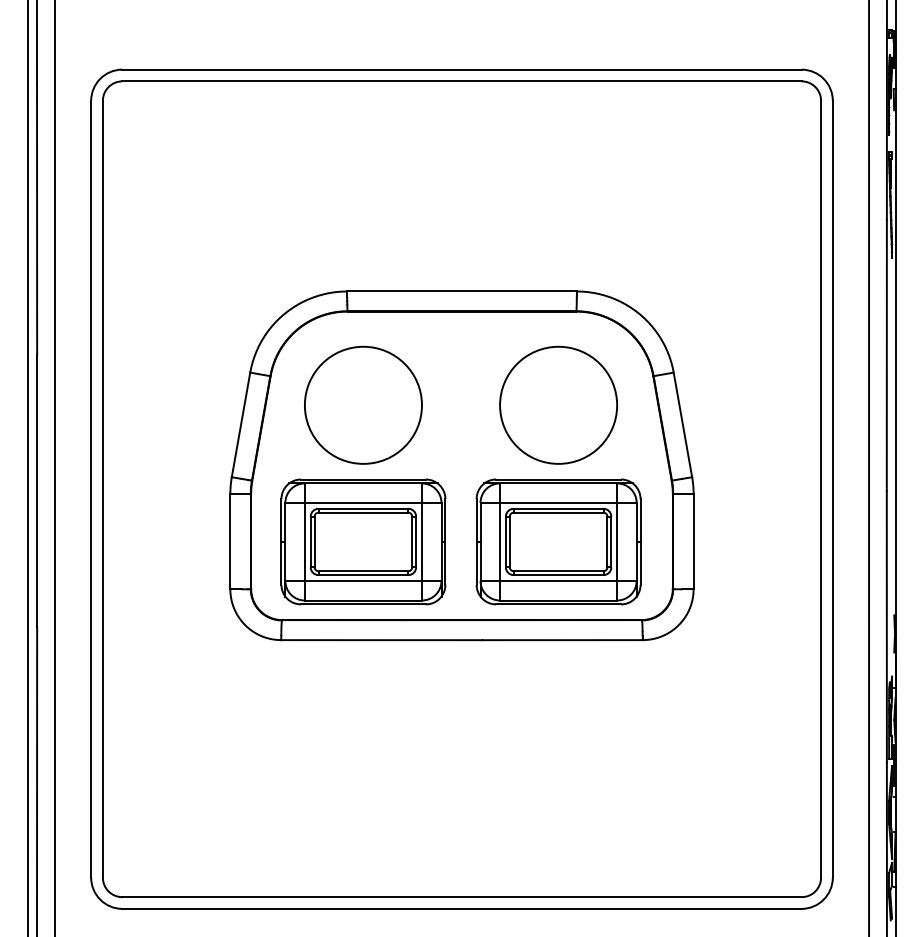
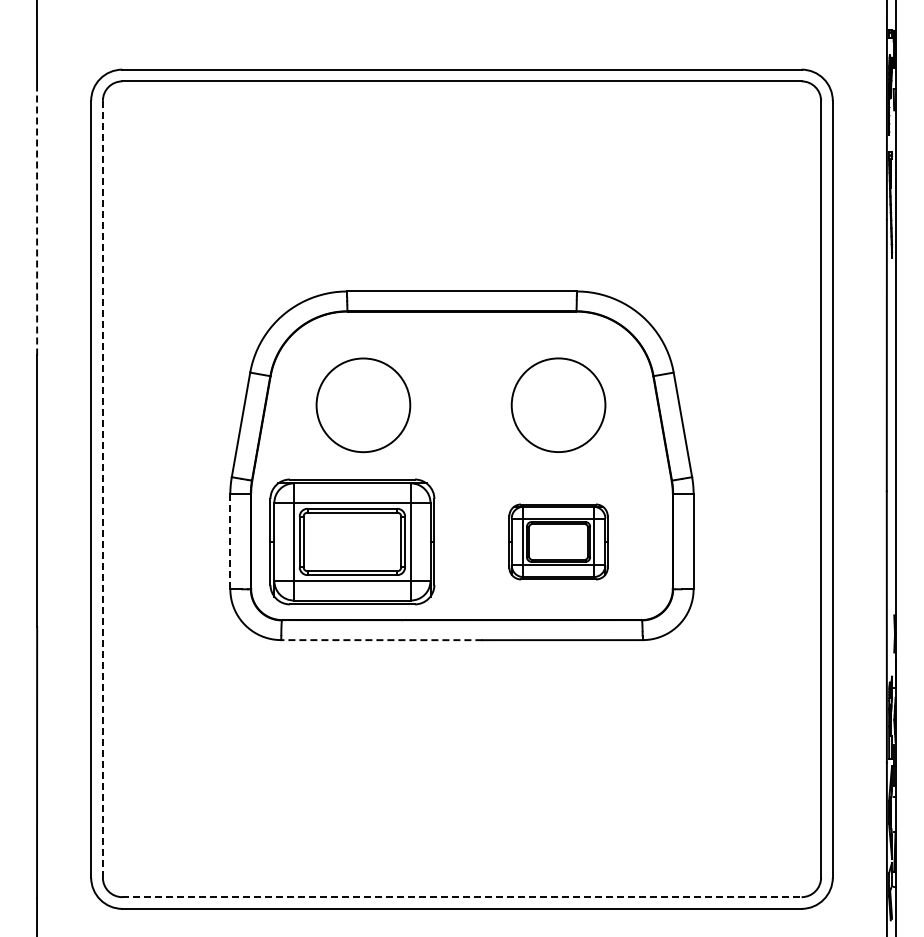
line at (37, 219): solid -> dashed
circle at (362, 404) diameter: 117 px -> 94 px
circle at (558, 404) size: 119x120 px -> 97x96 px
line at (27, 467): present -> none
line at (54, 467): present -> none
line at (869, 467): present -> none
line at (102, 489): solid -> dashed
line at (230, 541): solid -> dashed
part at (363, 541) position: (363, 541) -> (352, 541)
part at (558, 541) size: 167x128 px -> 101x78 px
line at (381, 640): solid -> dashed
line at (462, 897): solid -> dashed
